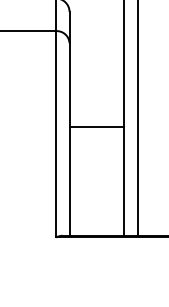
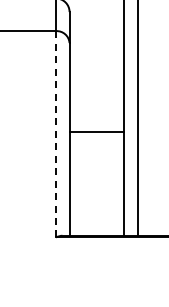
line at (96, 127) position: (96, 127) -> (96, 132)
line at (55, 133): solid -> dashed
